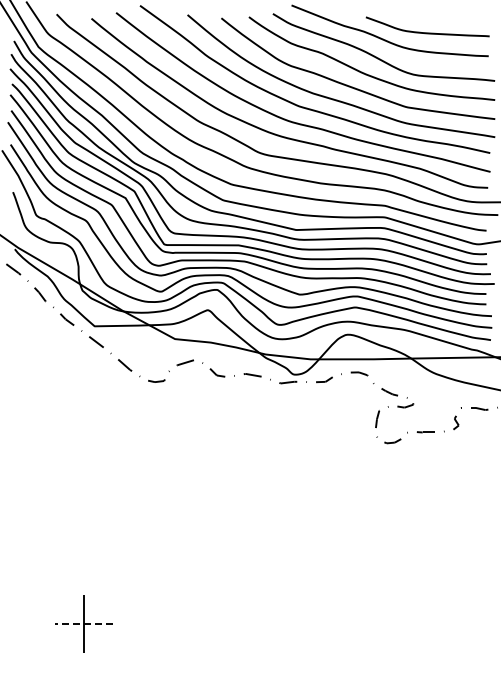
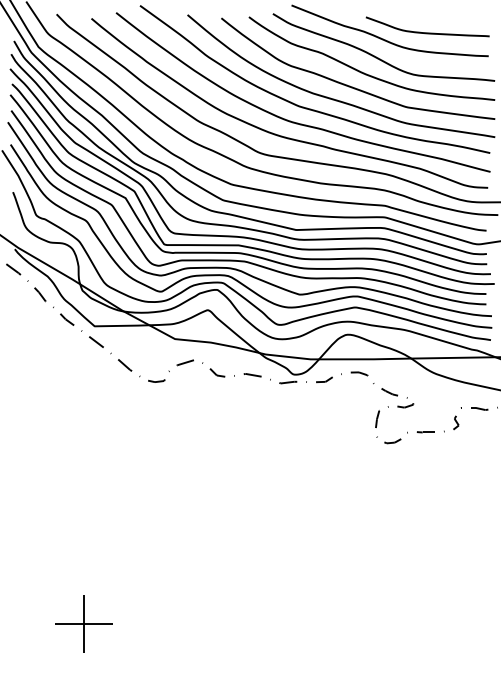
line at (83, 623): dashed -> solid
